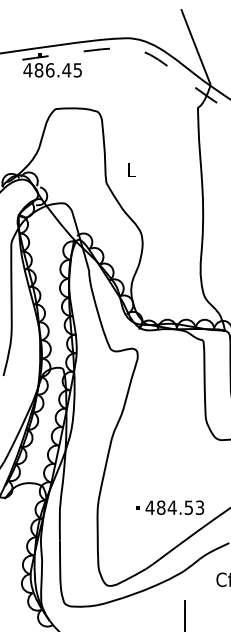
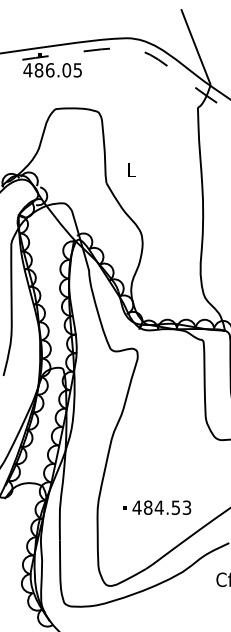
text at (66, 70): 486.45 -> 486.05
text at (170, 507) position: (170, 507) -> (157, 507)
line at (185, 614): present -> none
